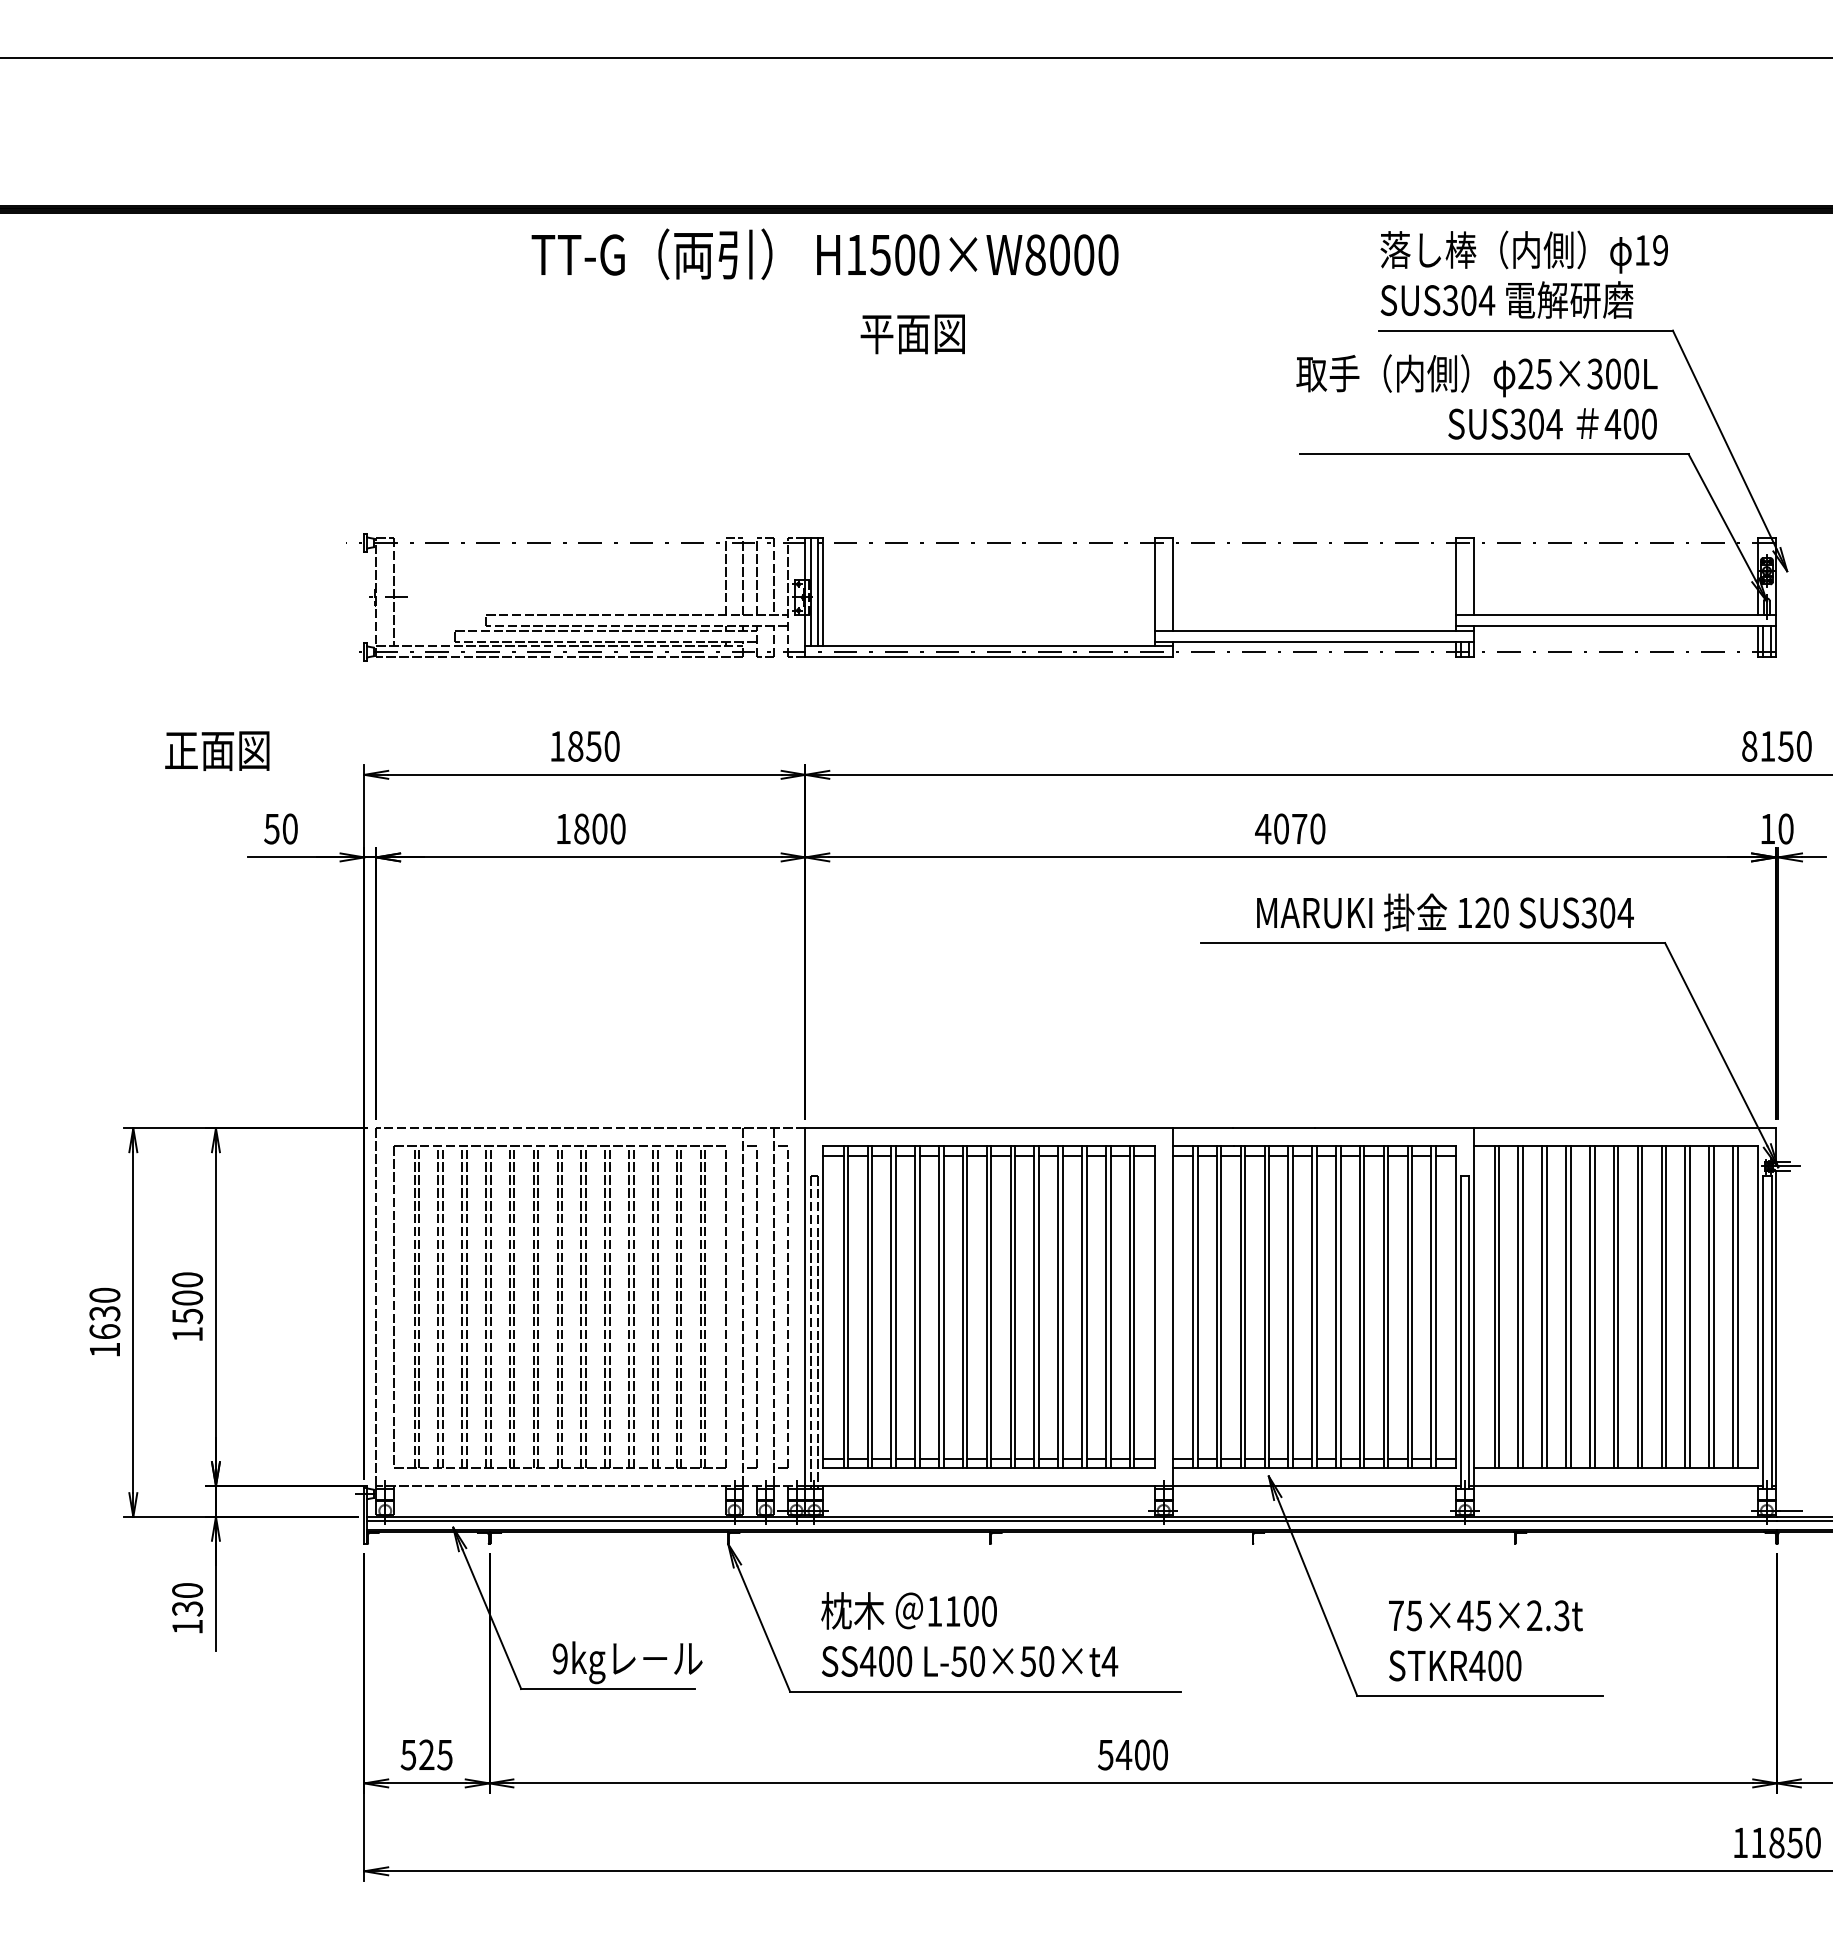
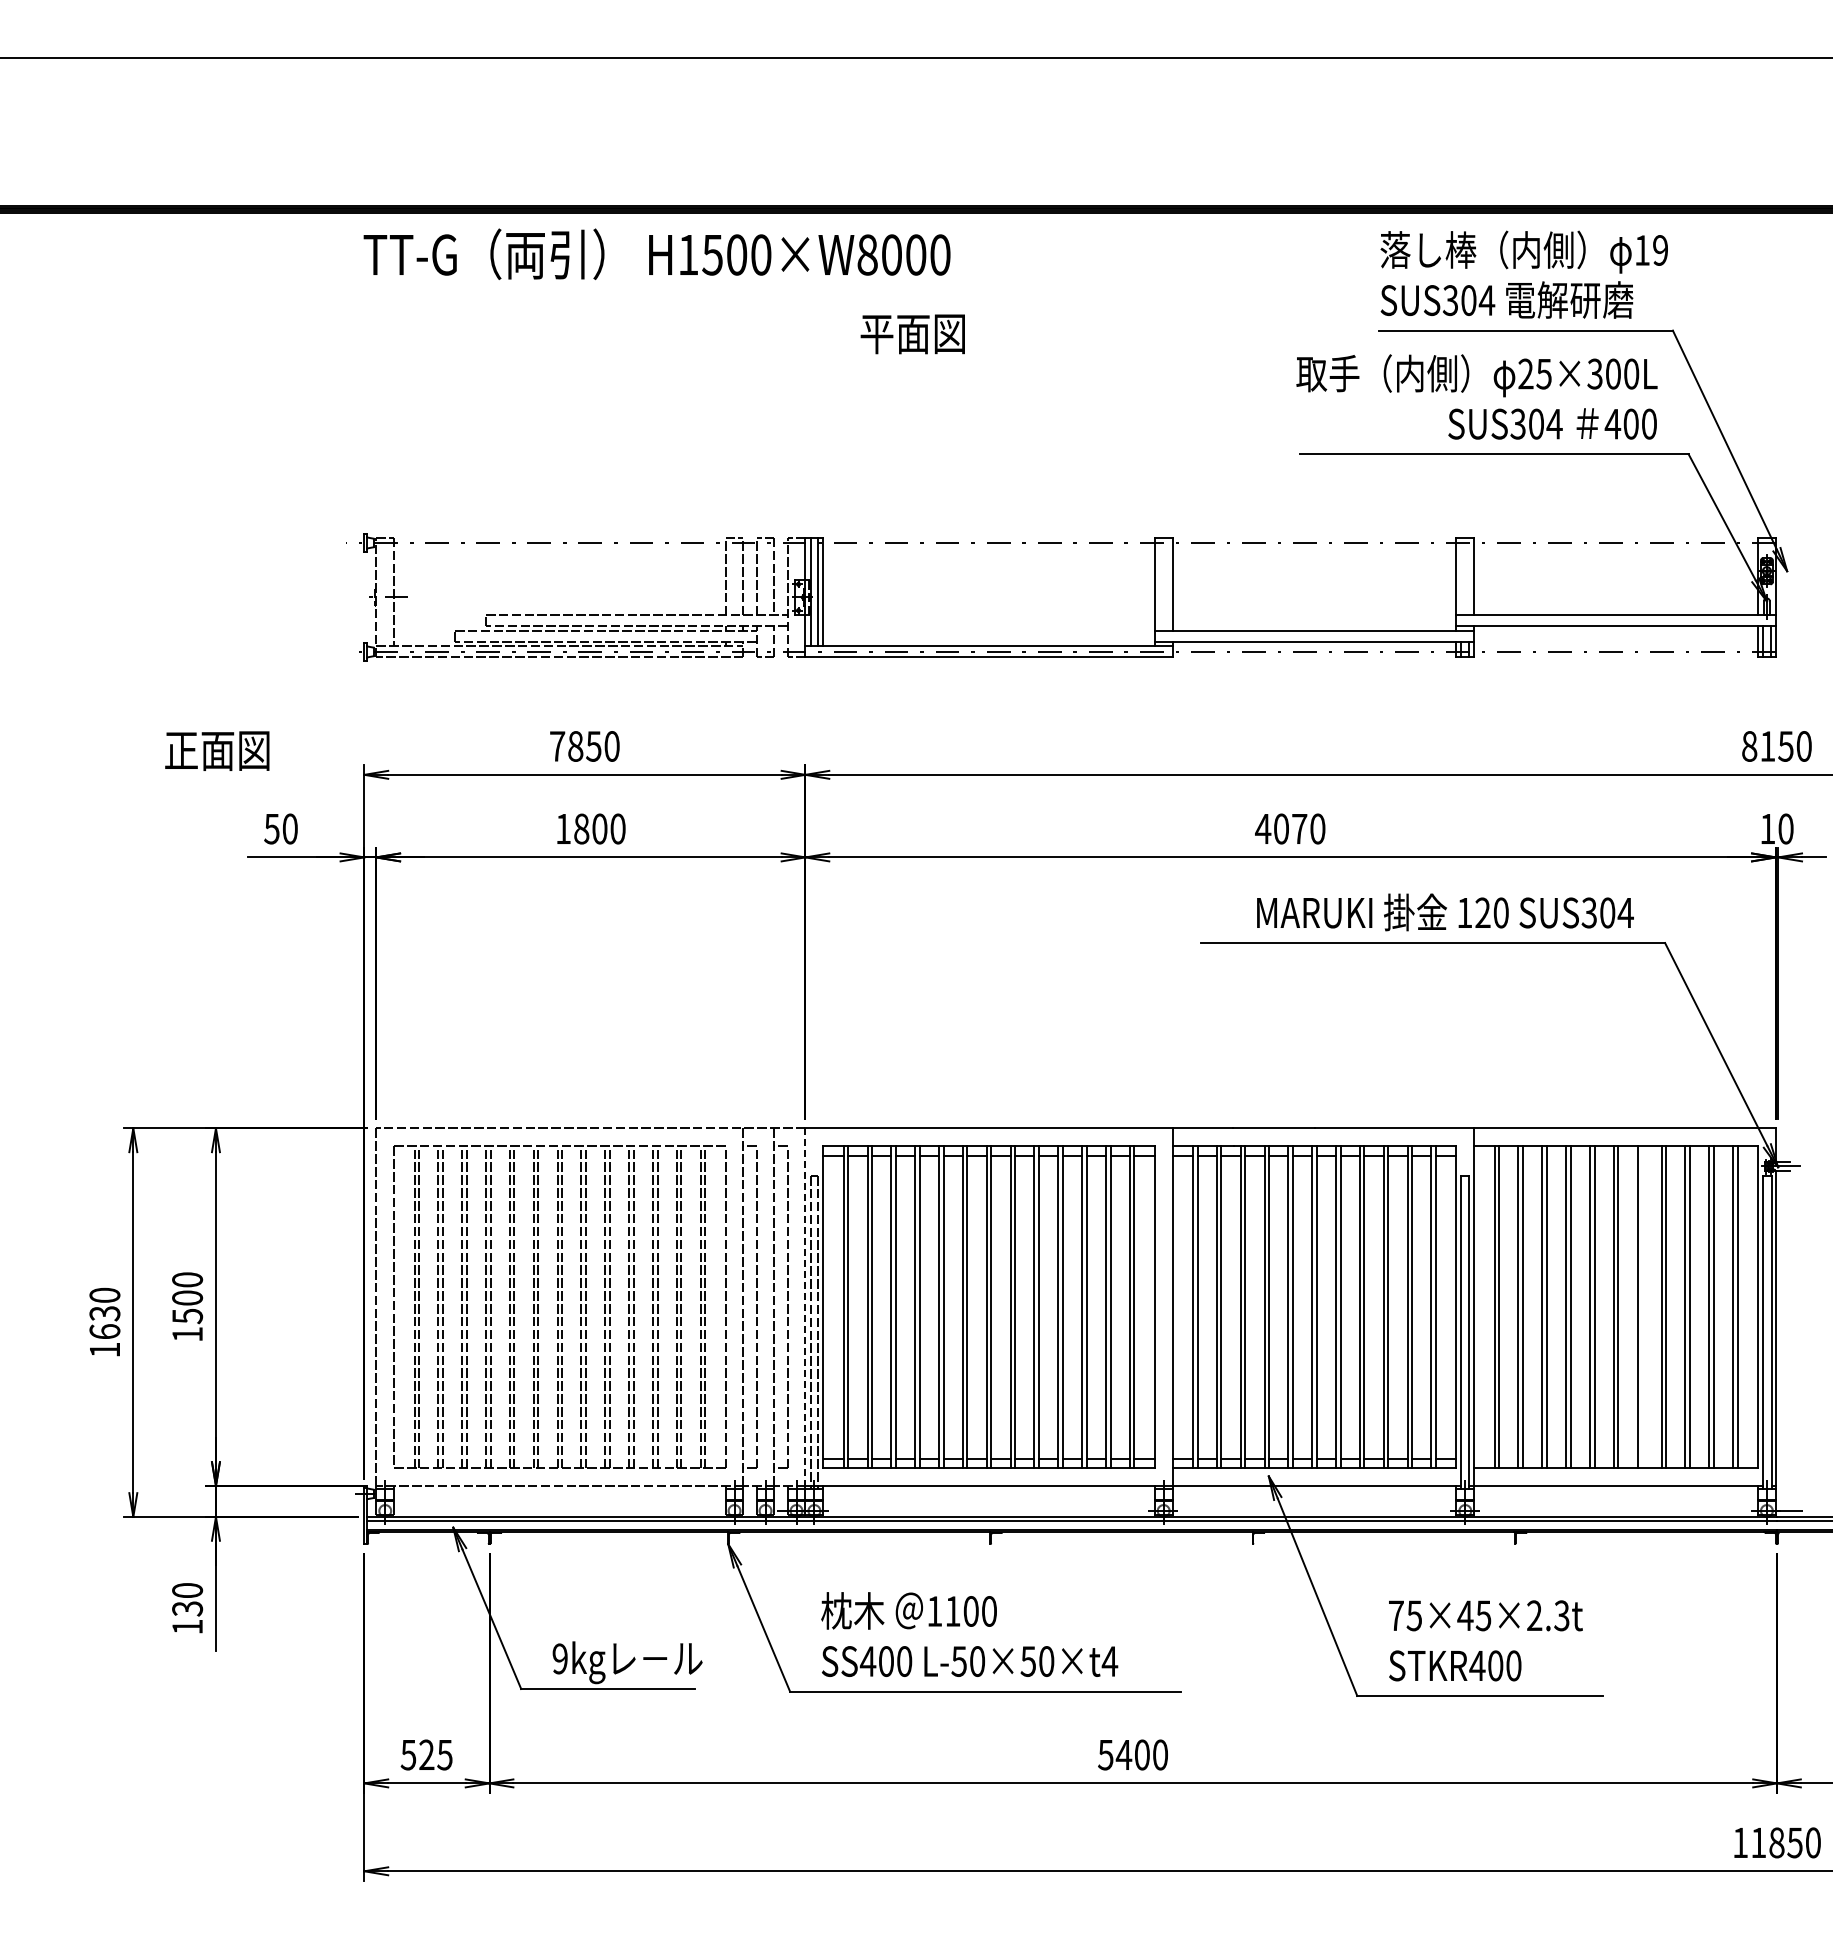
text at (824, 253) position: (824, 253) -> (656, 253)
text at (557, 746): 1850 -> 7850
line at (805, 1307): solid -> dashed
line at (1642, 1307): present -> none
